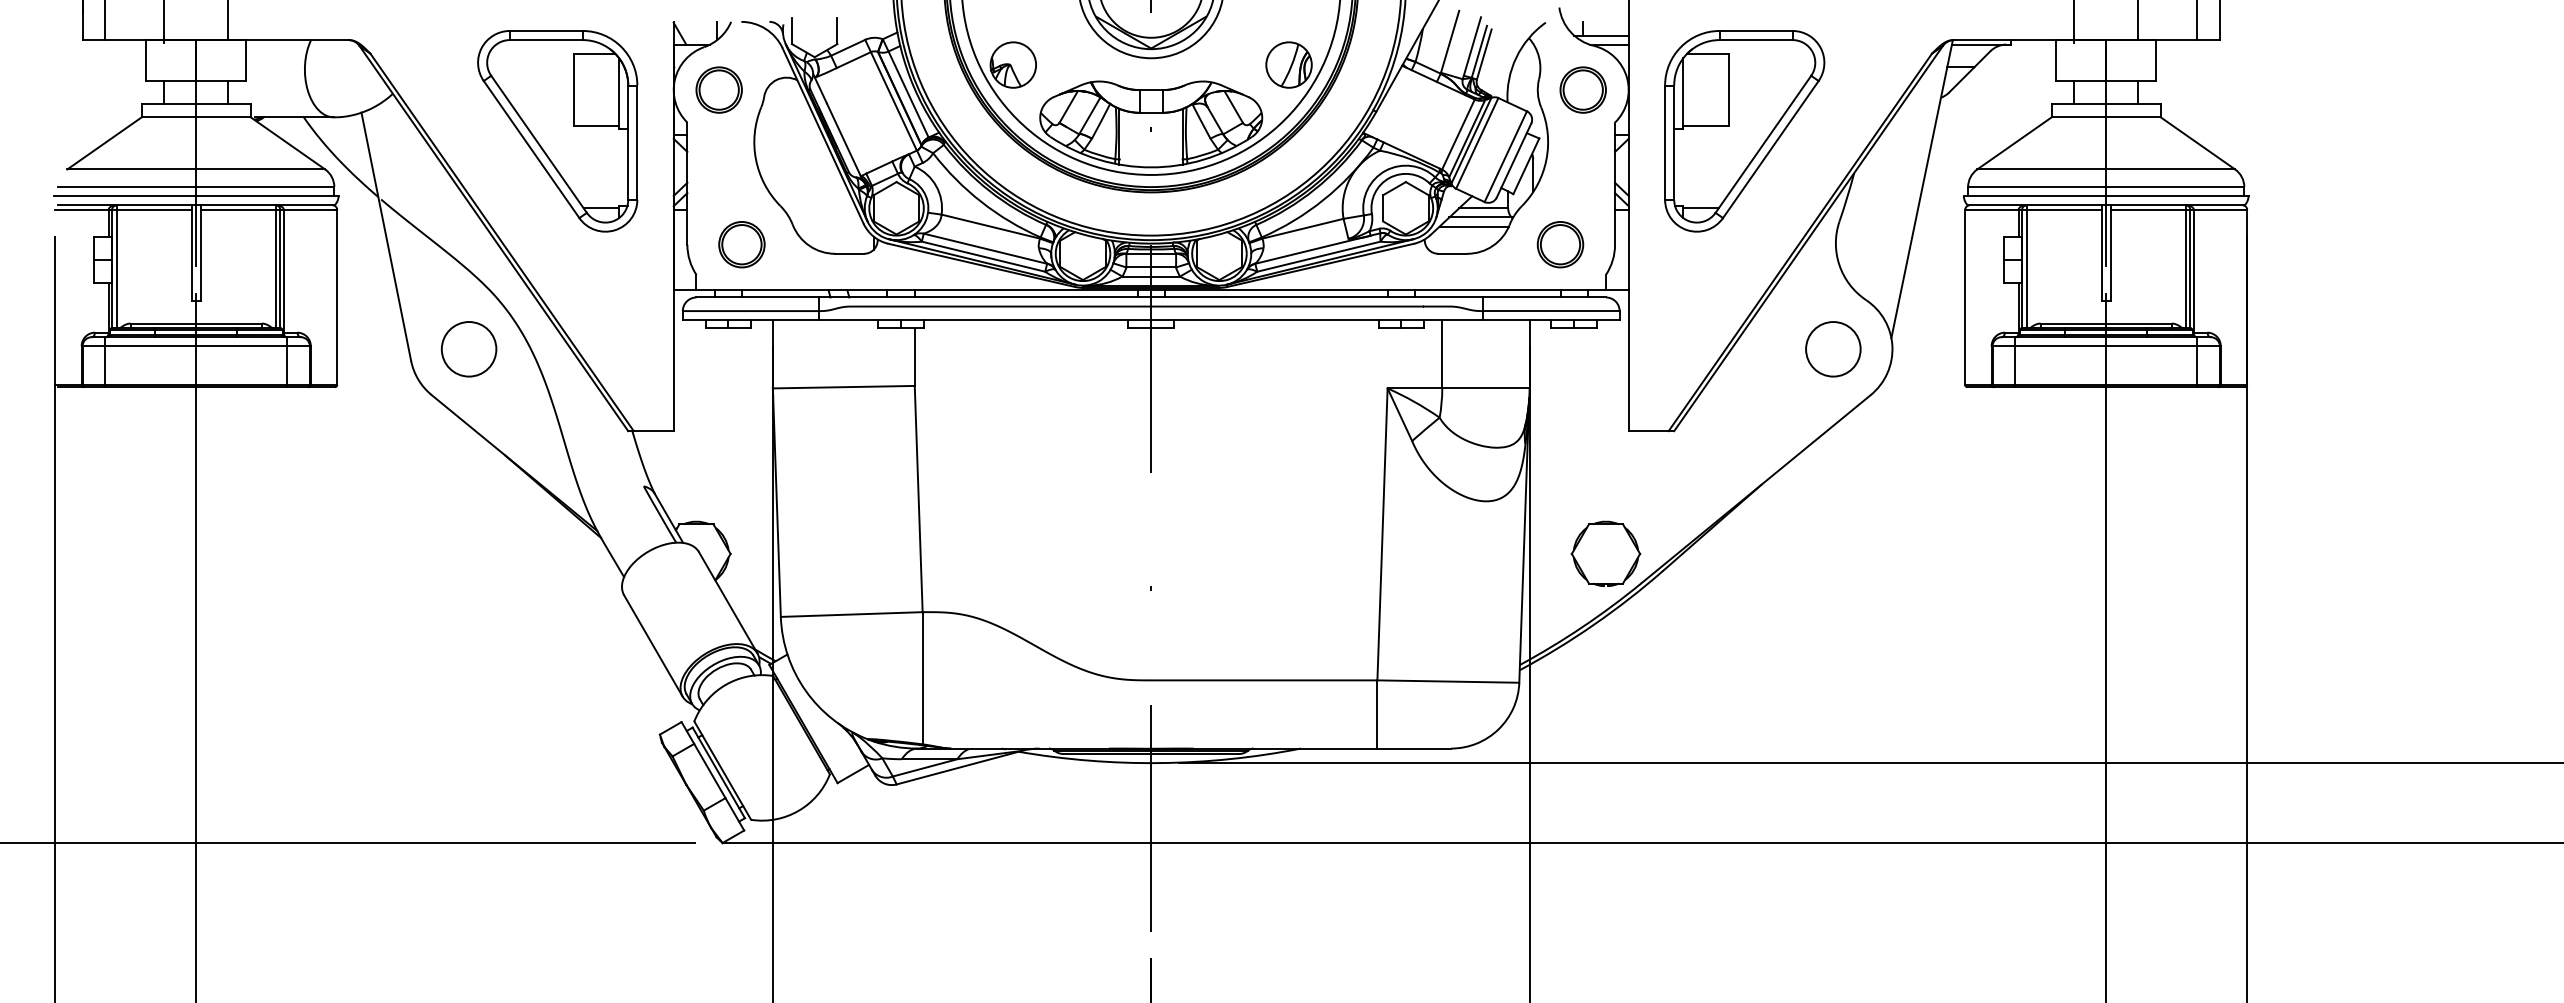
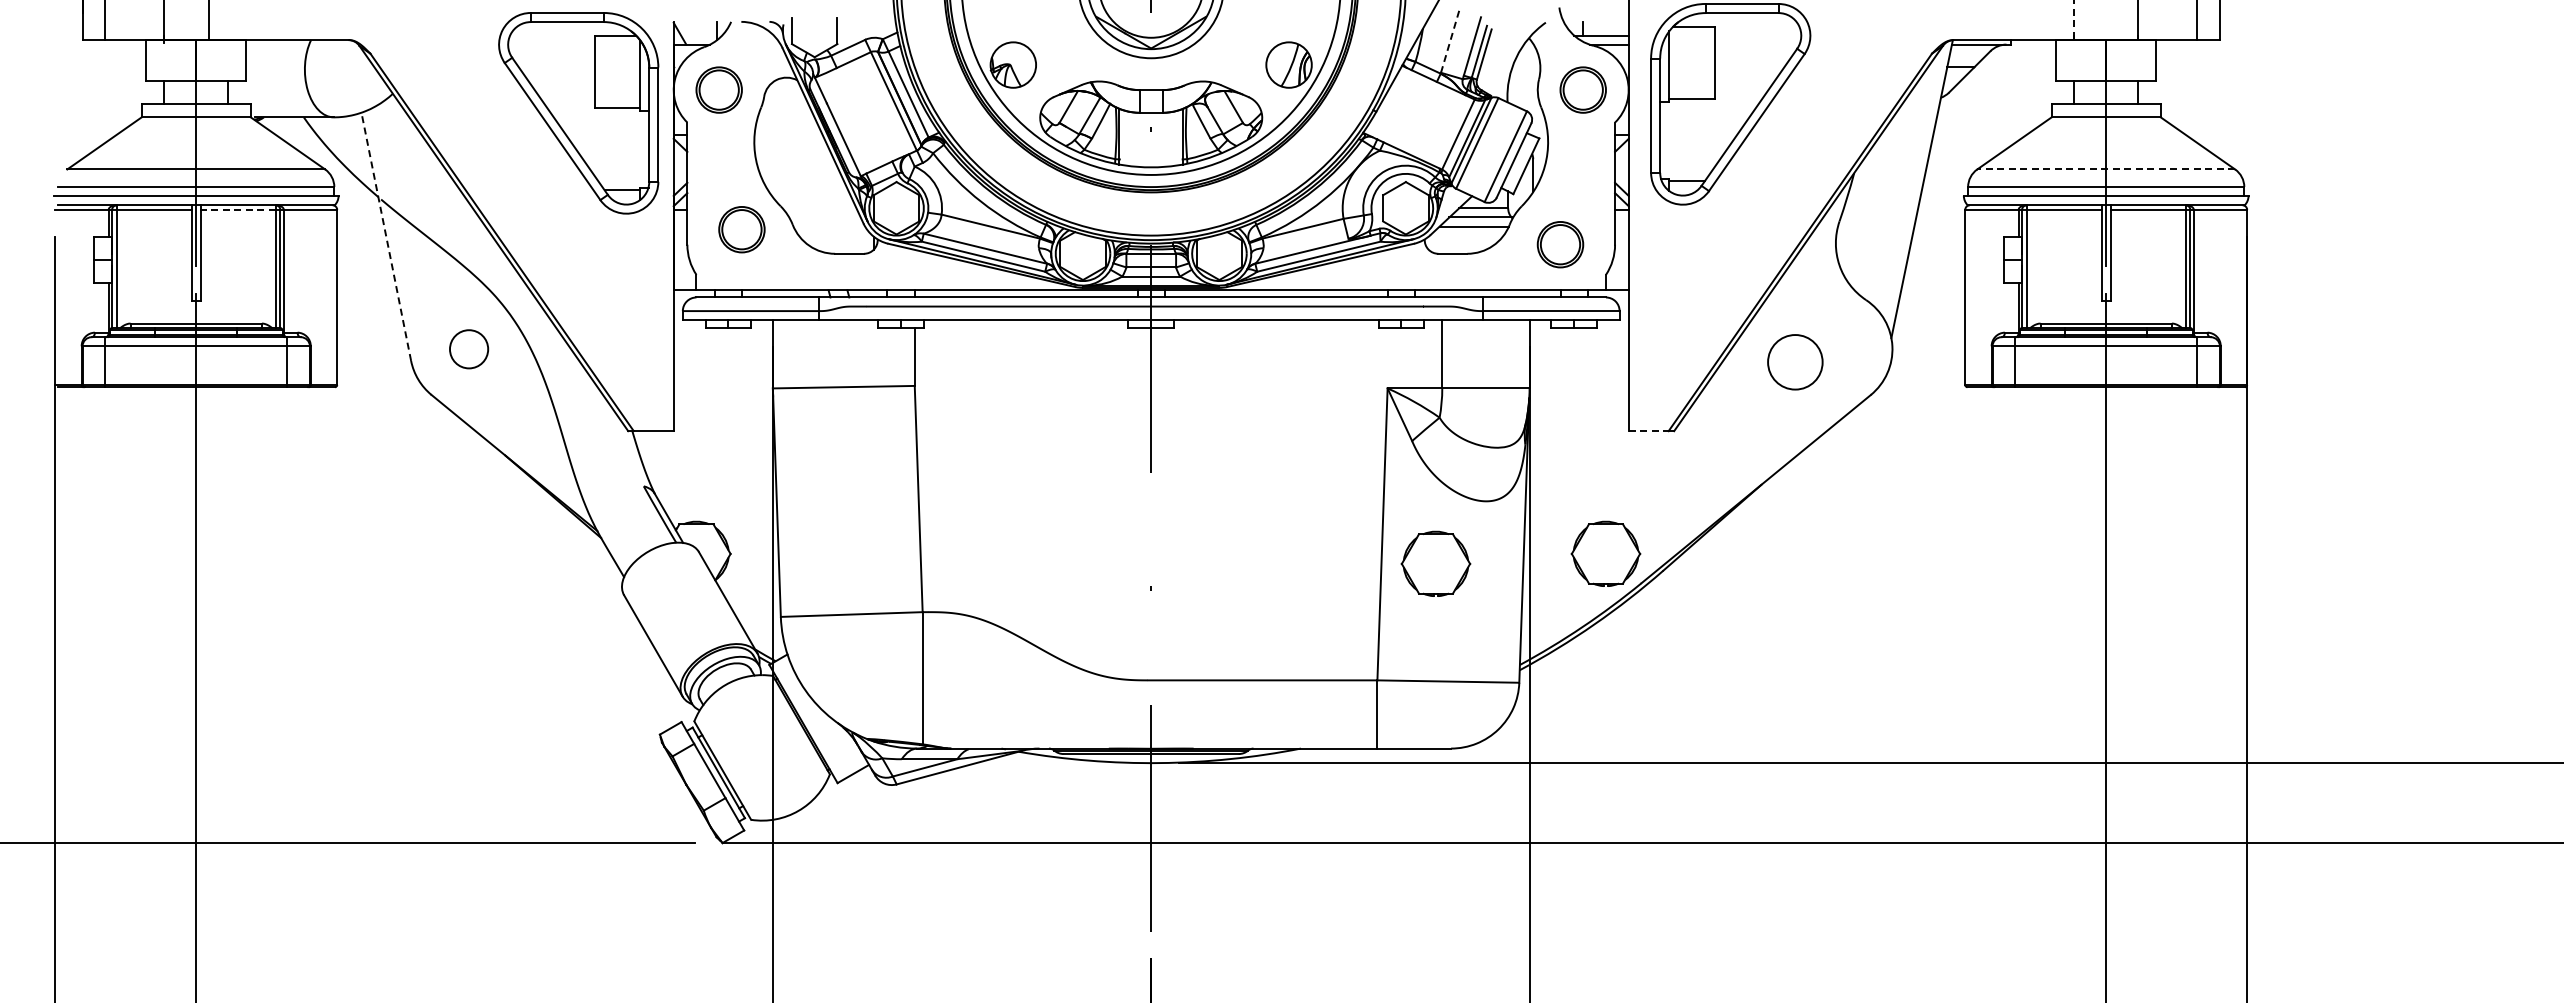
line at (228, 21) position: (228, 21) -> (209, 21)
line at (2074, 22): solid -> dashed
line at (1449, 42): solid -> dashed
part at (557, 131) position: (557, 131) -> (578, 113)
part at (1744, 131) position: (1744, 131) -> (1730, 104)
line at (2106, 169): solid -> dashed
line at (238, 209): solid -> dashed
line at (386, 236): solid -> dashed
part at (741, 244) position: (741, 244) -> (741, 229)
circle at (468, 349) diameter: 55 px -> 38 px
circle at (1833, 349) position: (1833, 349) -> (1795, 362)
line at (1648, 431): solid -> dashed
part at (1435, 563): none -> present
